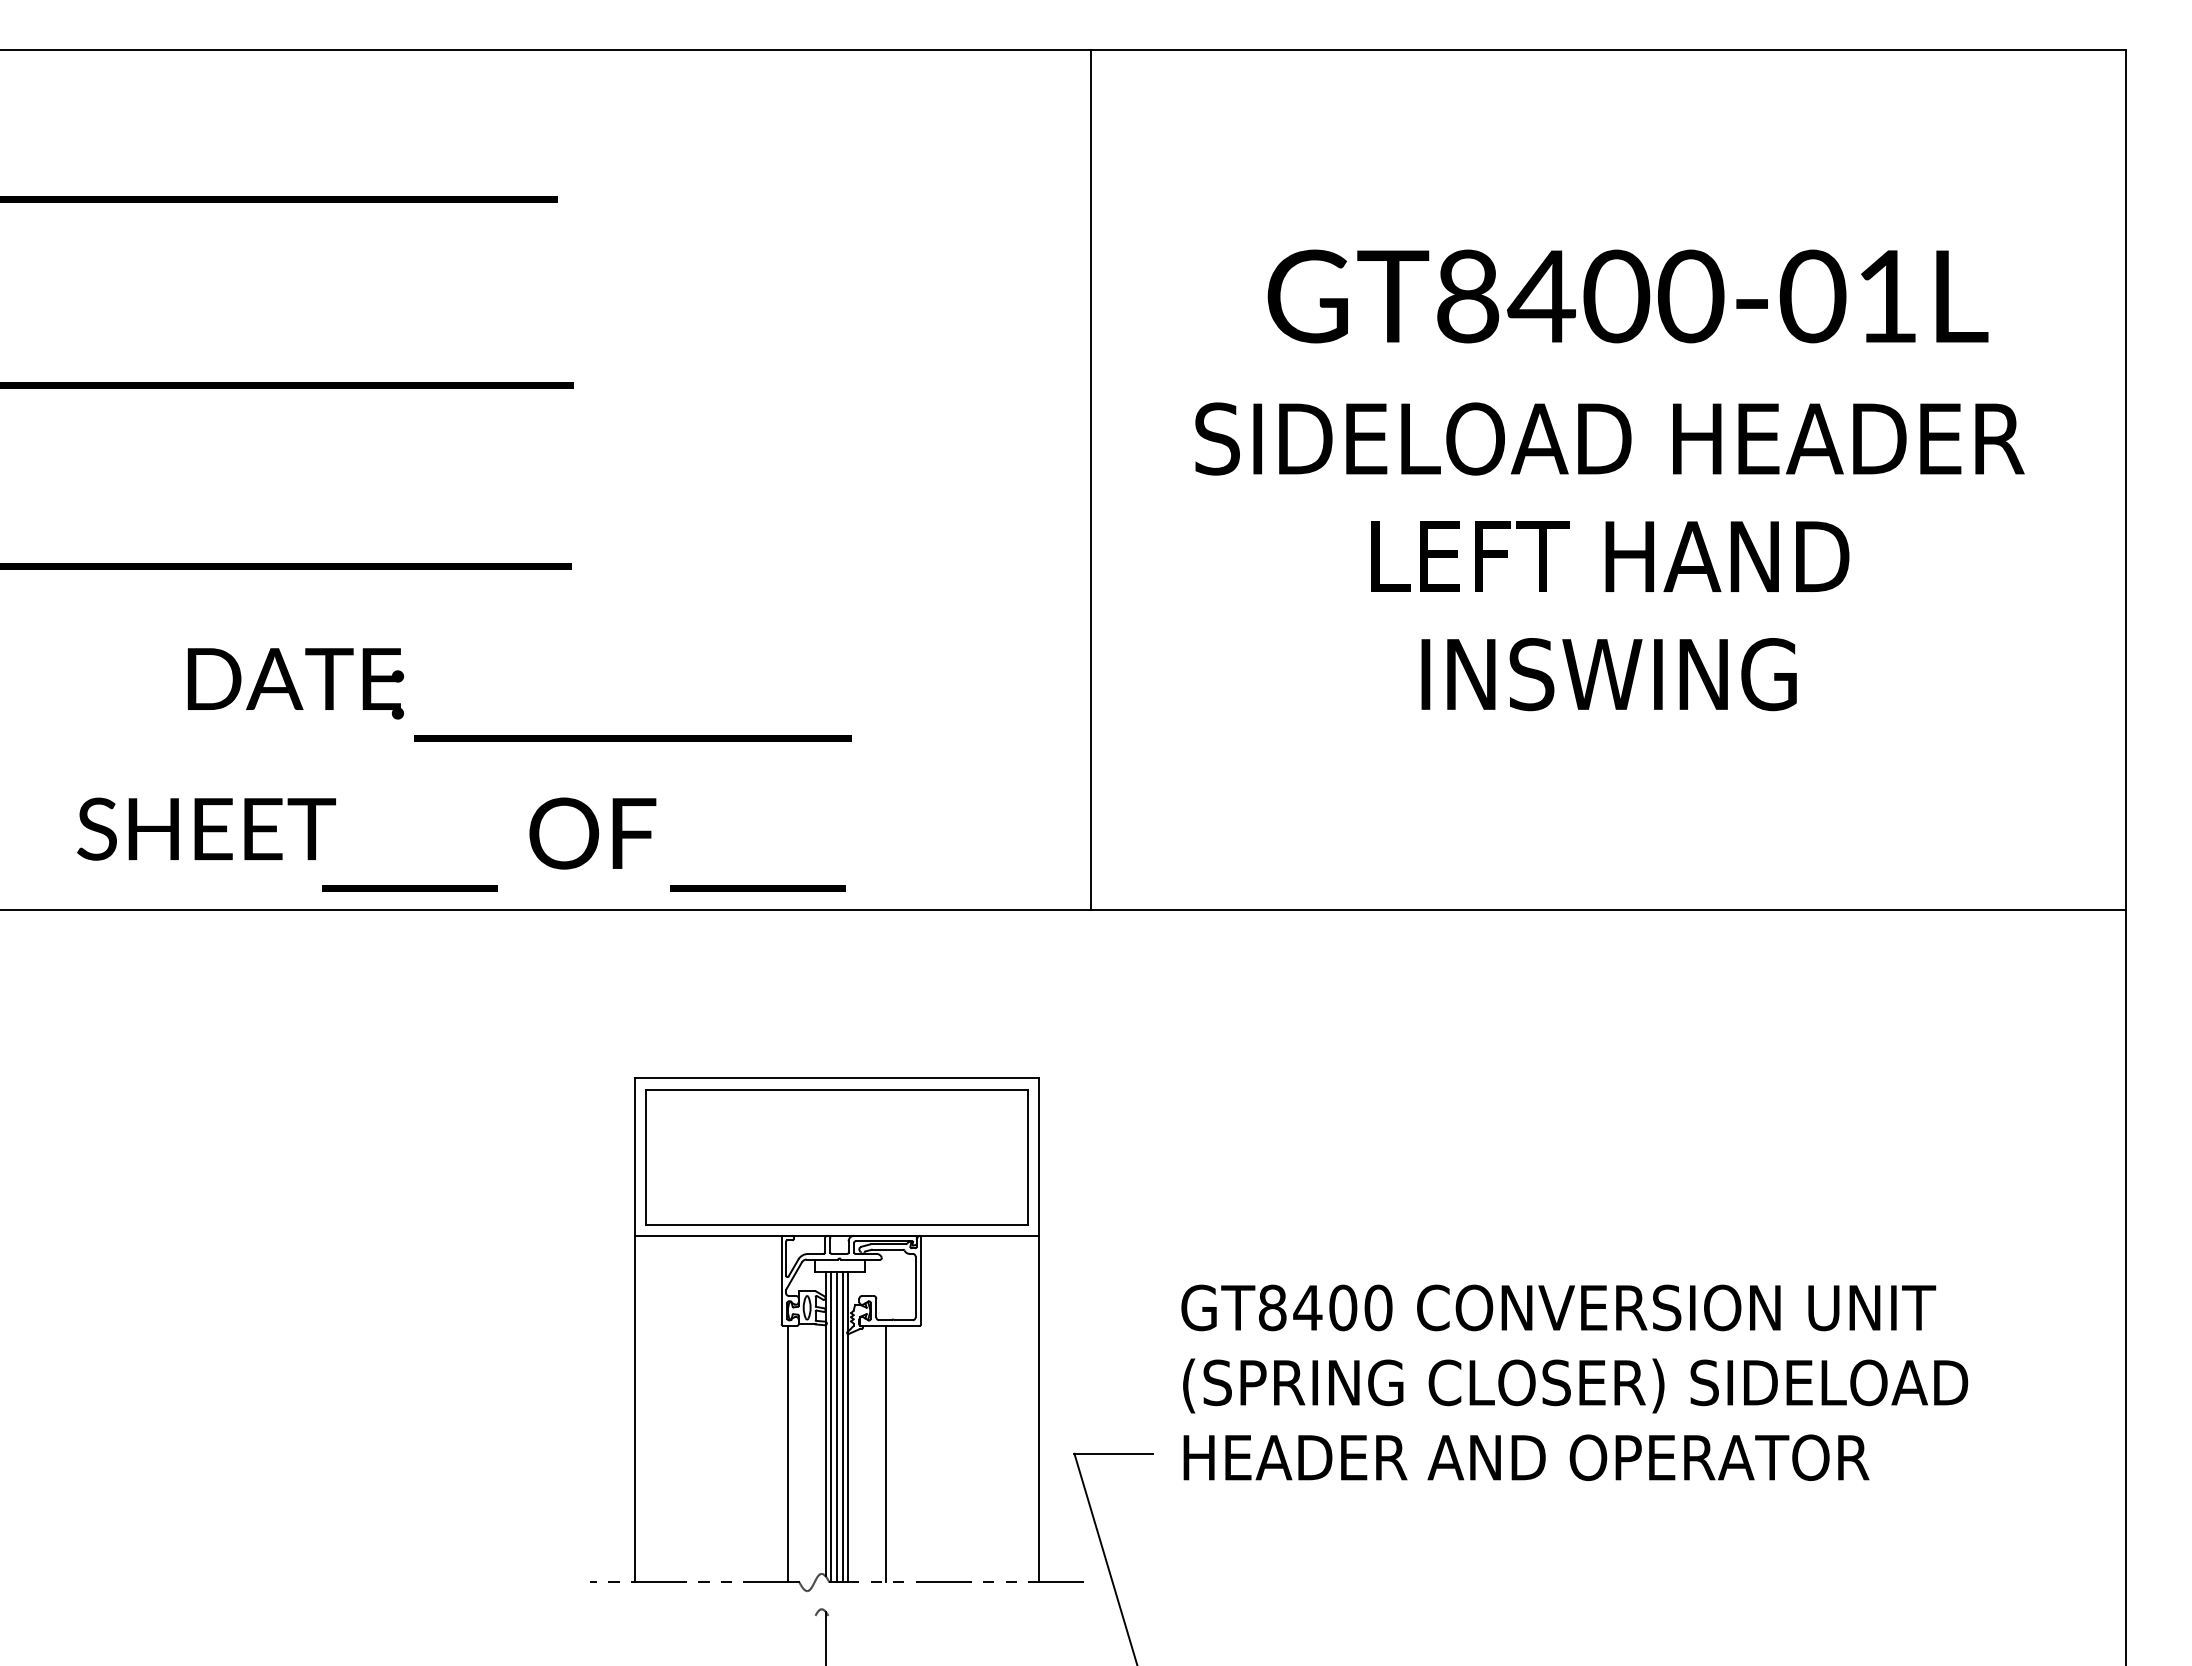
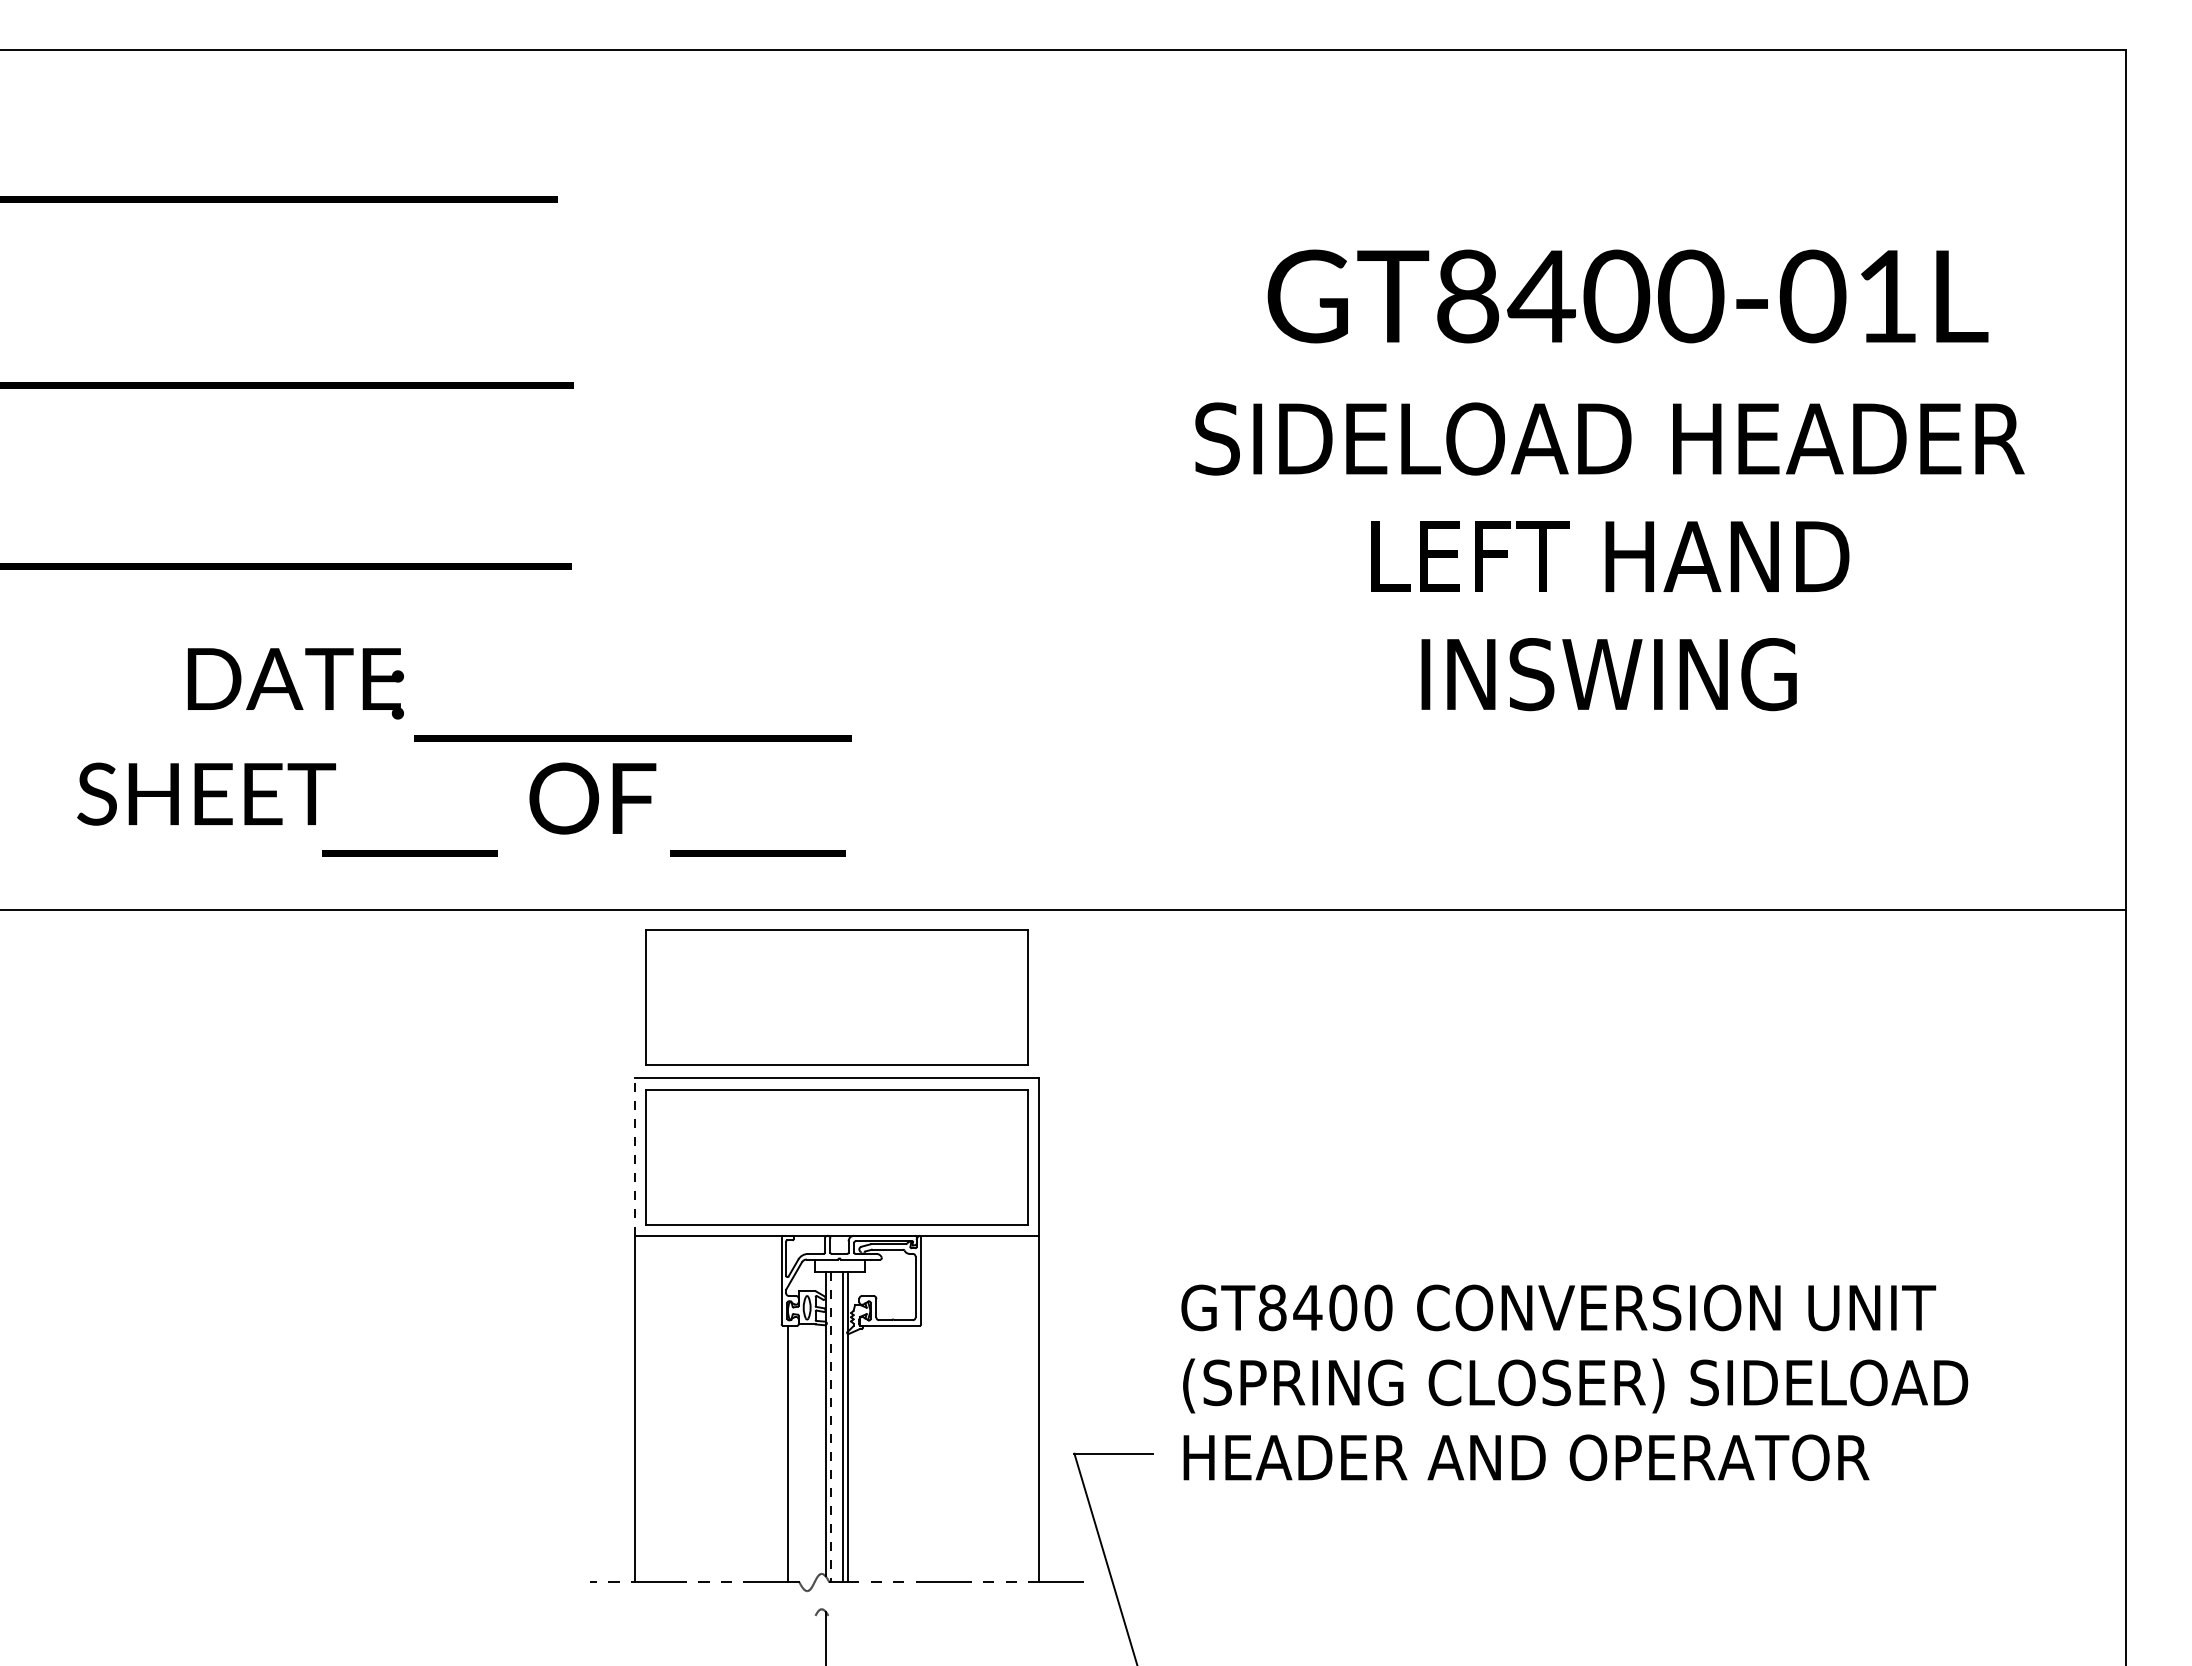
line at (1090, 480): present -> none
text at (461, 844) position: (461, 844) -> (461, 809)
part at (836, 997): none -> present
line at (634, 1157): solid -> dashed
line at (836, 1426): present -> none
line at (831, 1427): solid -> dashed
line at (886, 1454): present -> none
